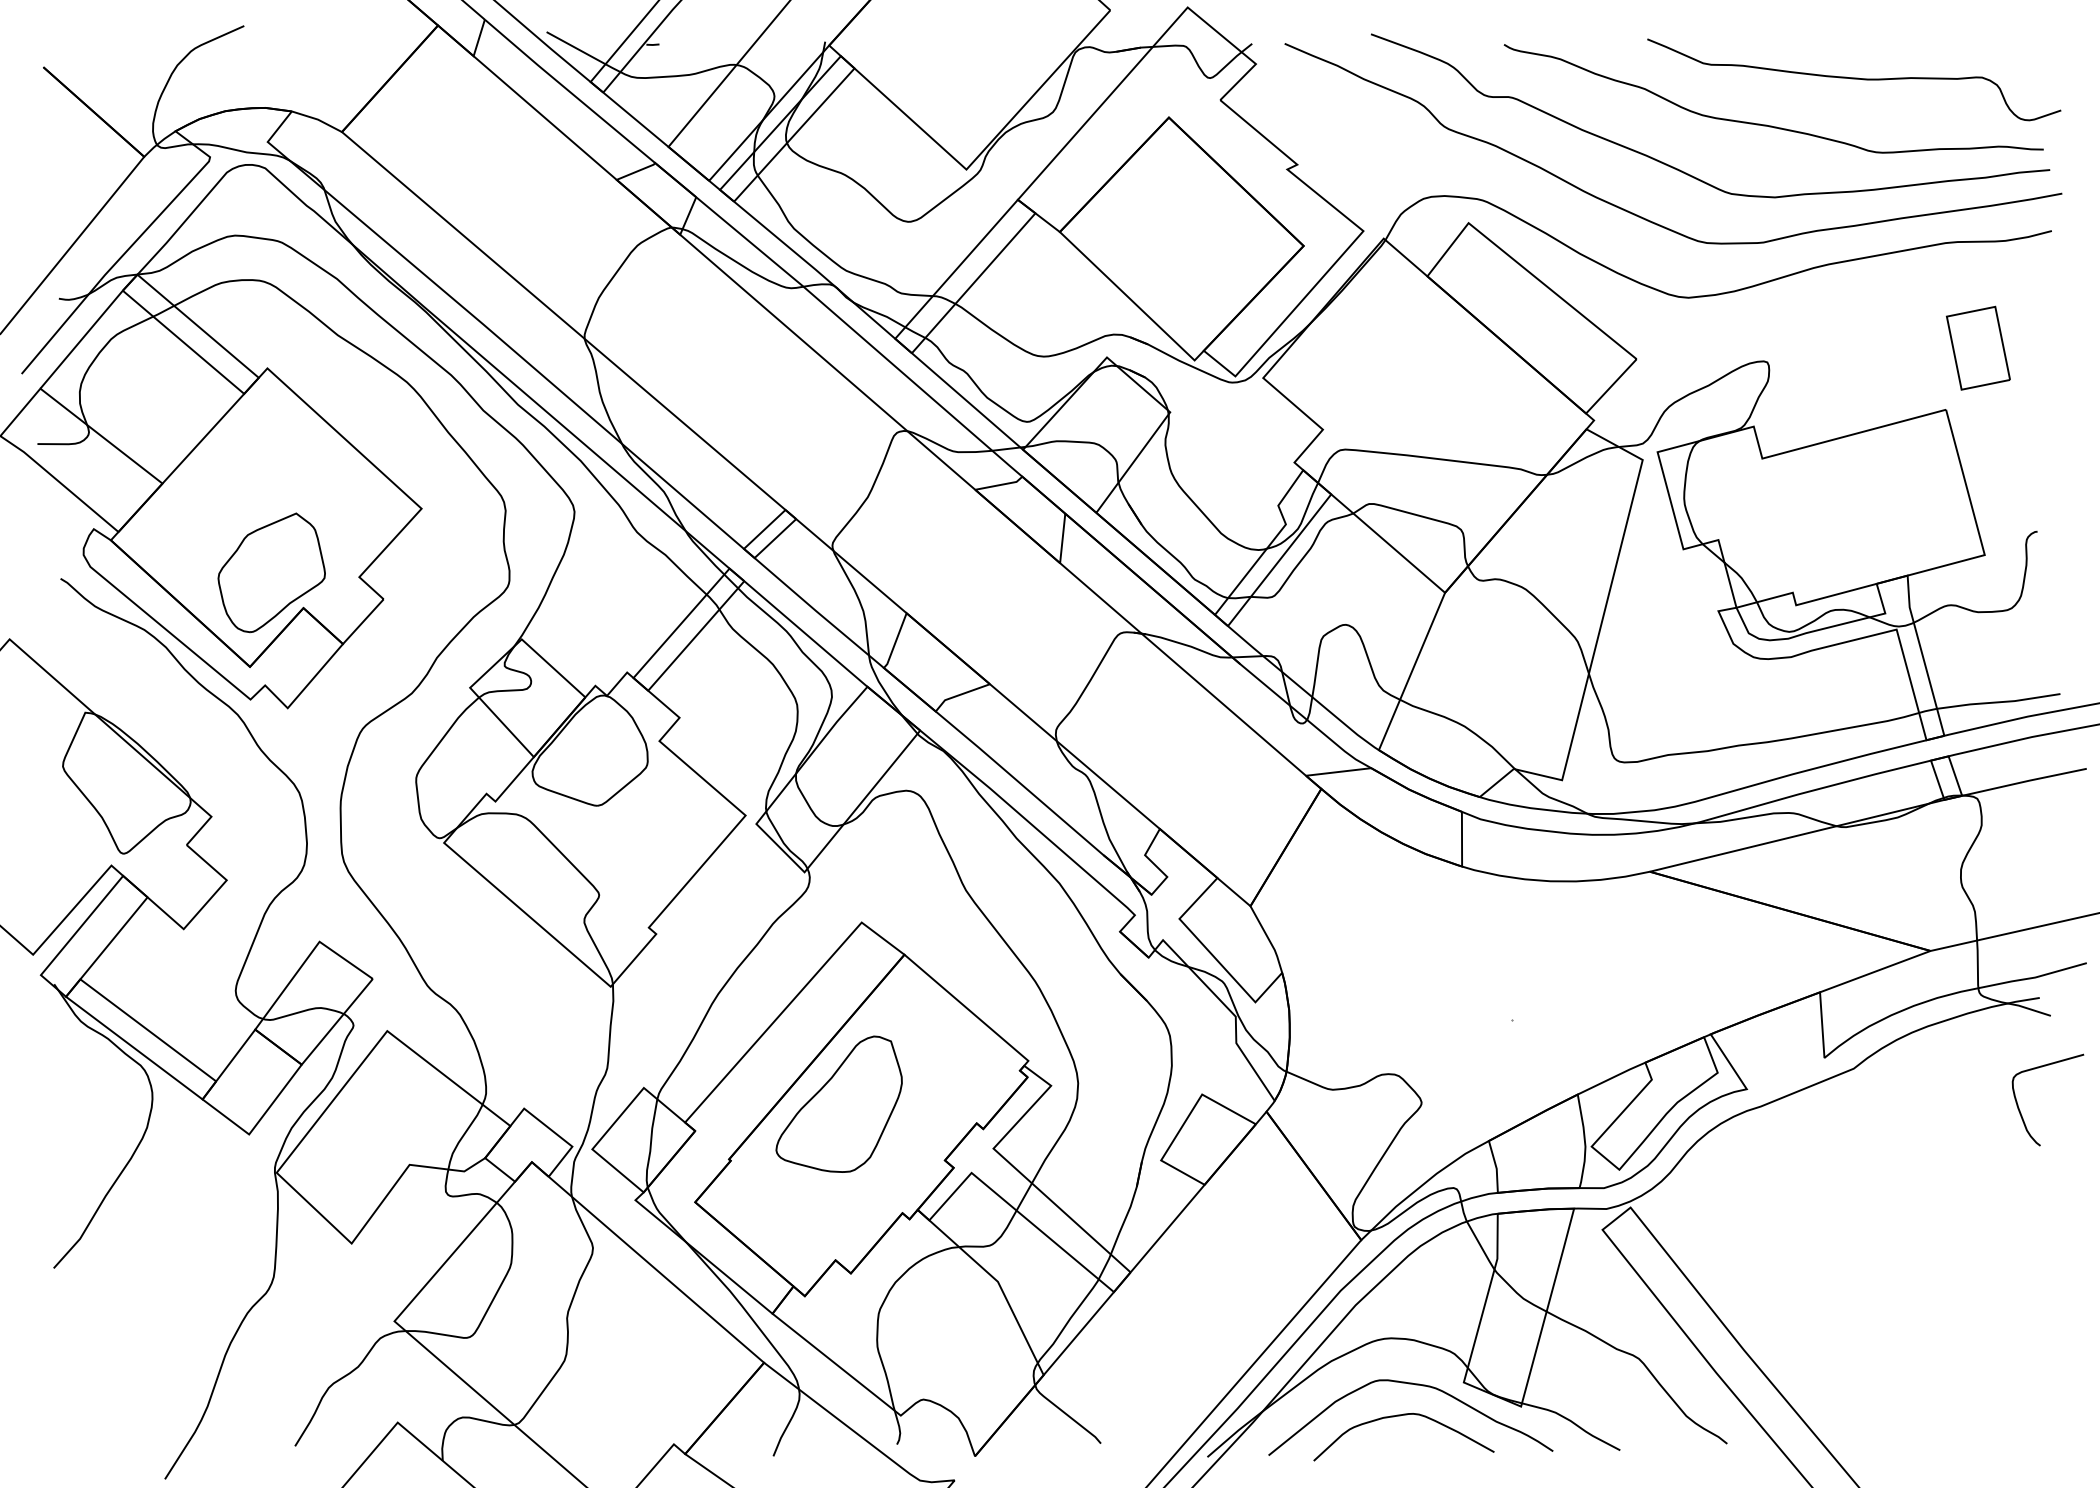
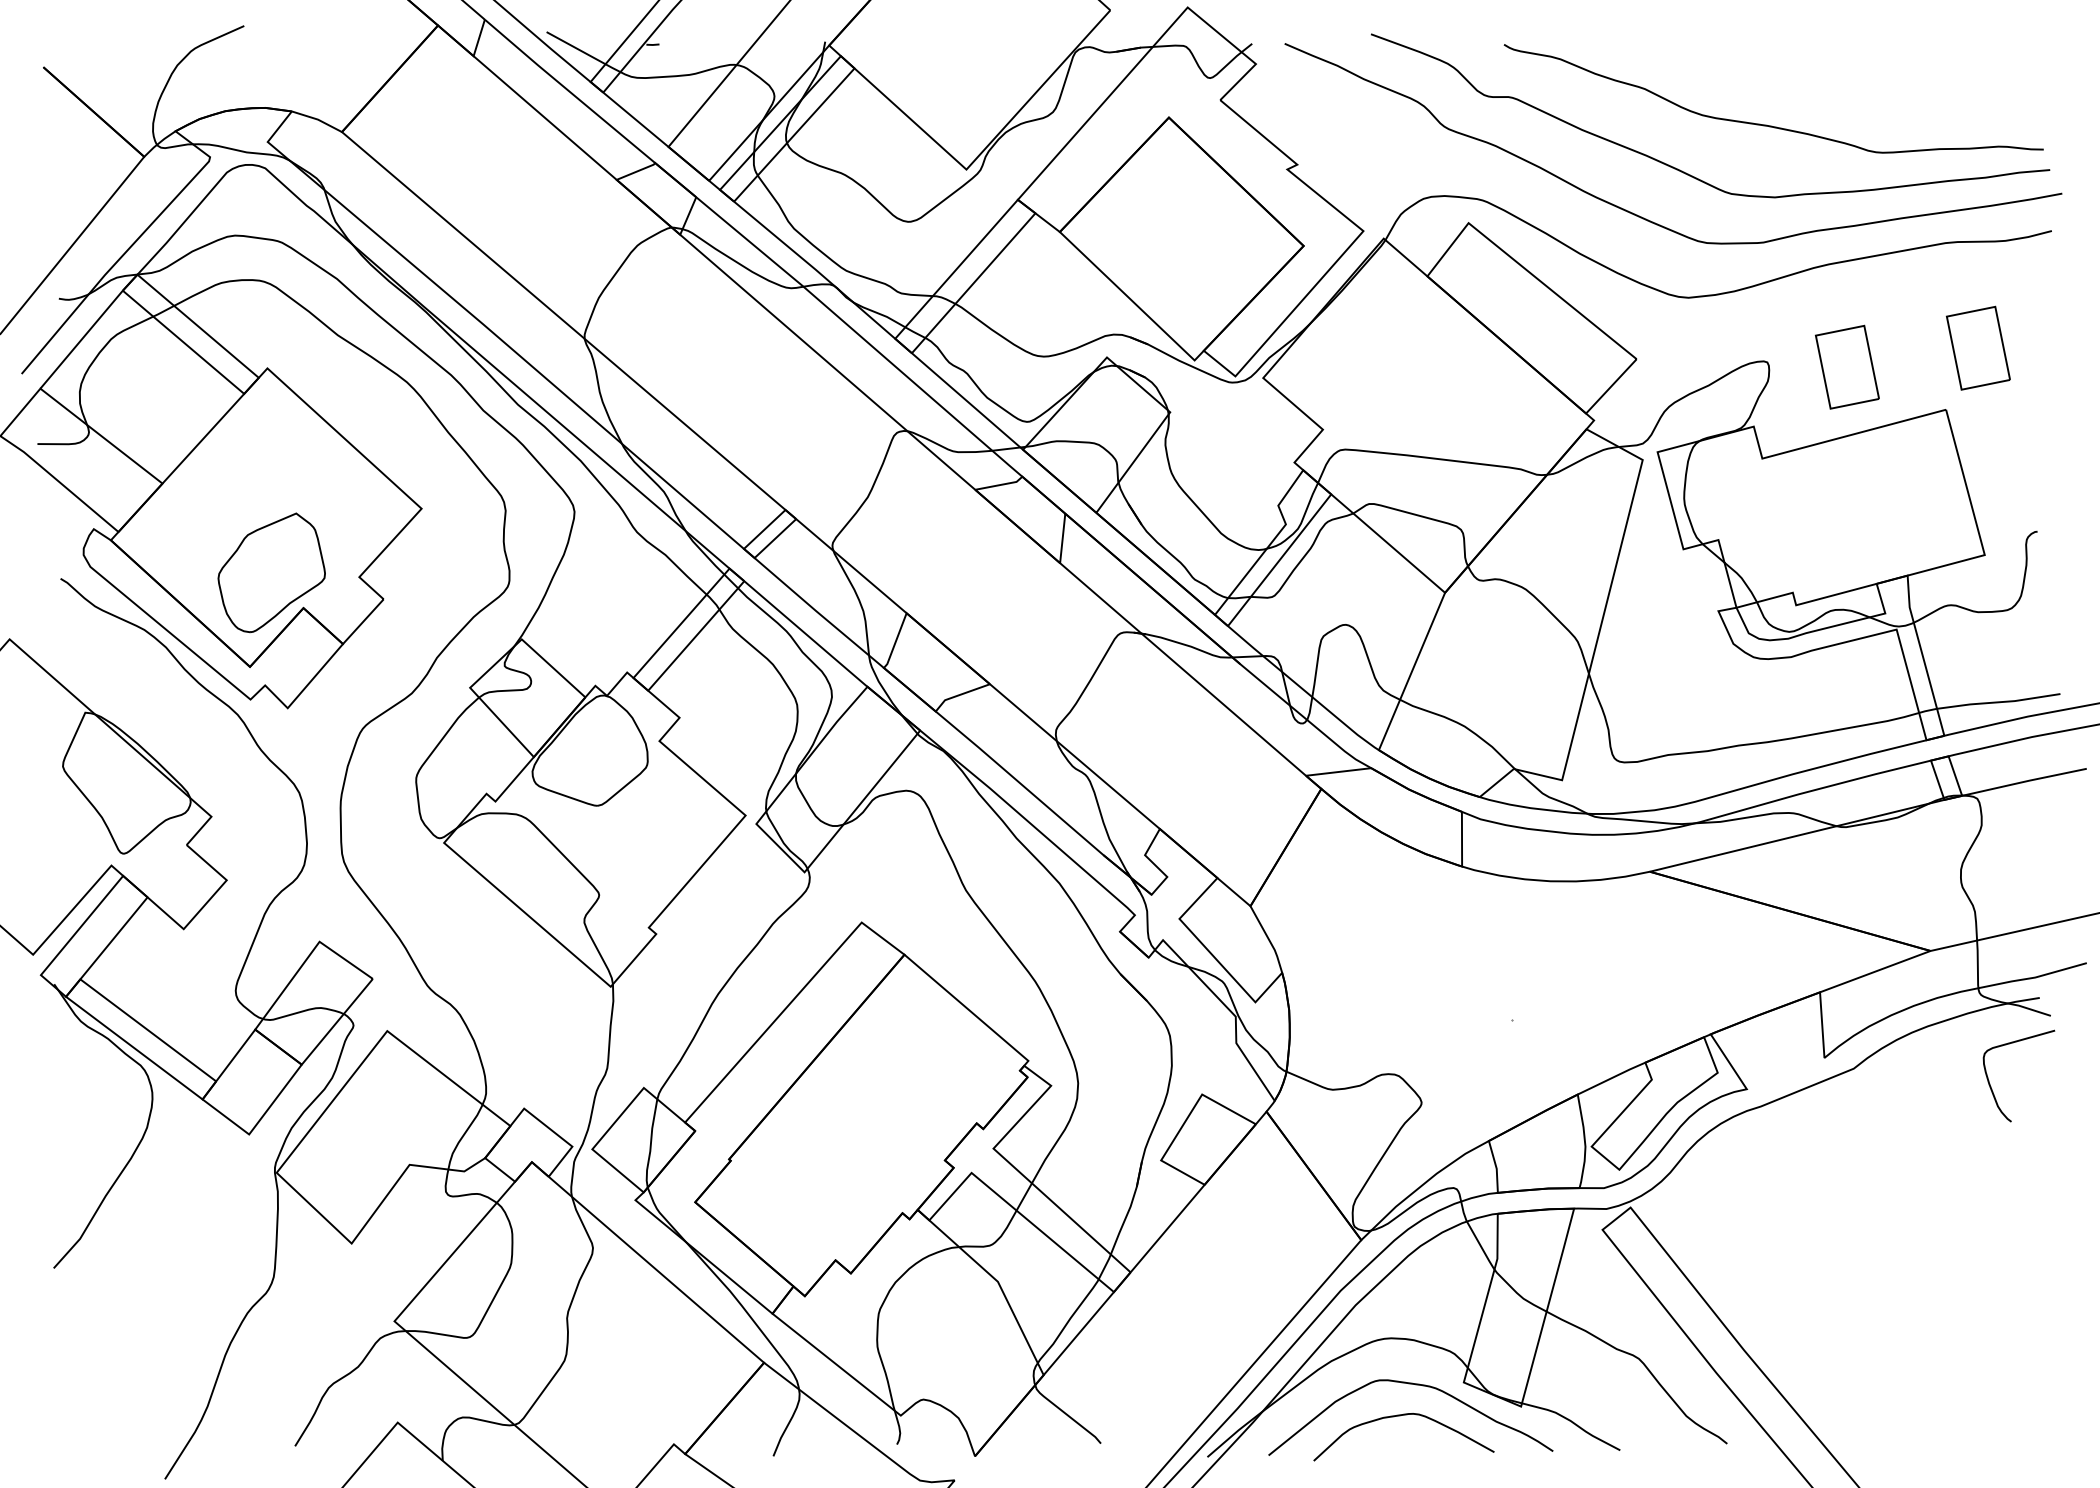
curve at (1854, 79): present -> none
part at (1847, 366): none -> present
part at (838, 1103): present -> none
curve at (2019, 1107) position: (2019, 1107) -> (1990, 1083)
